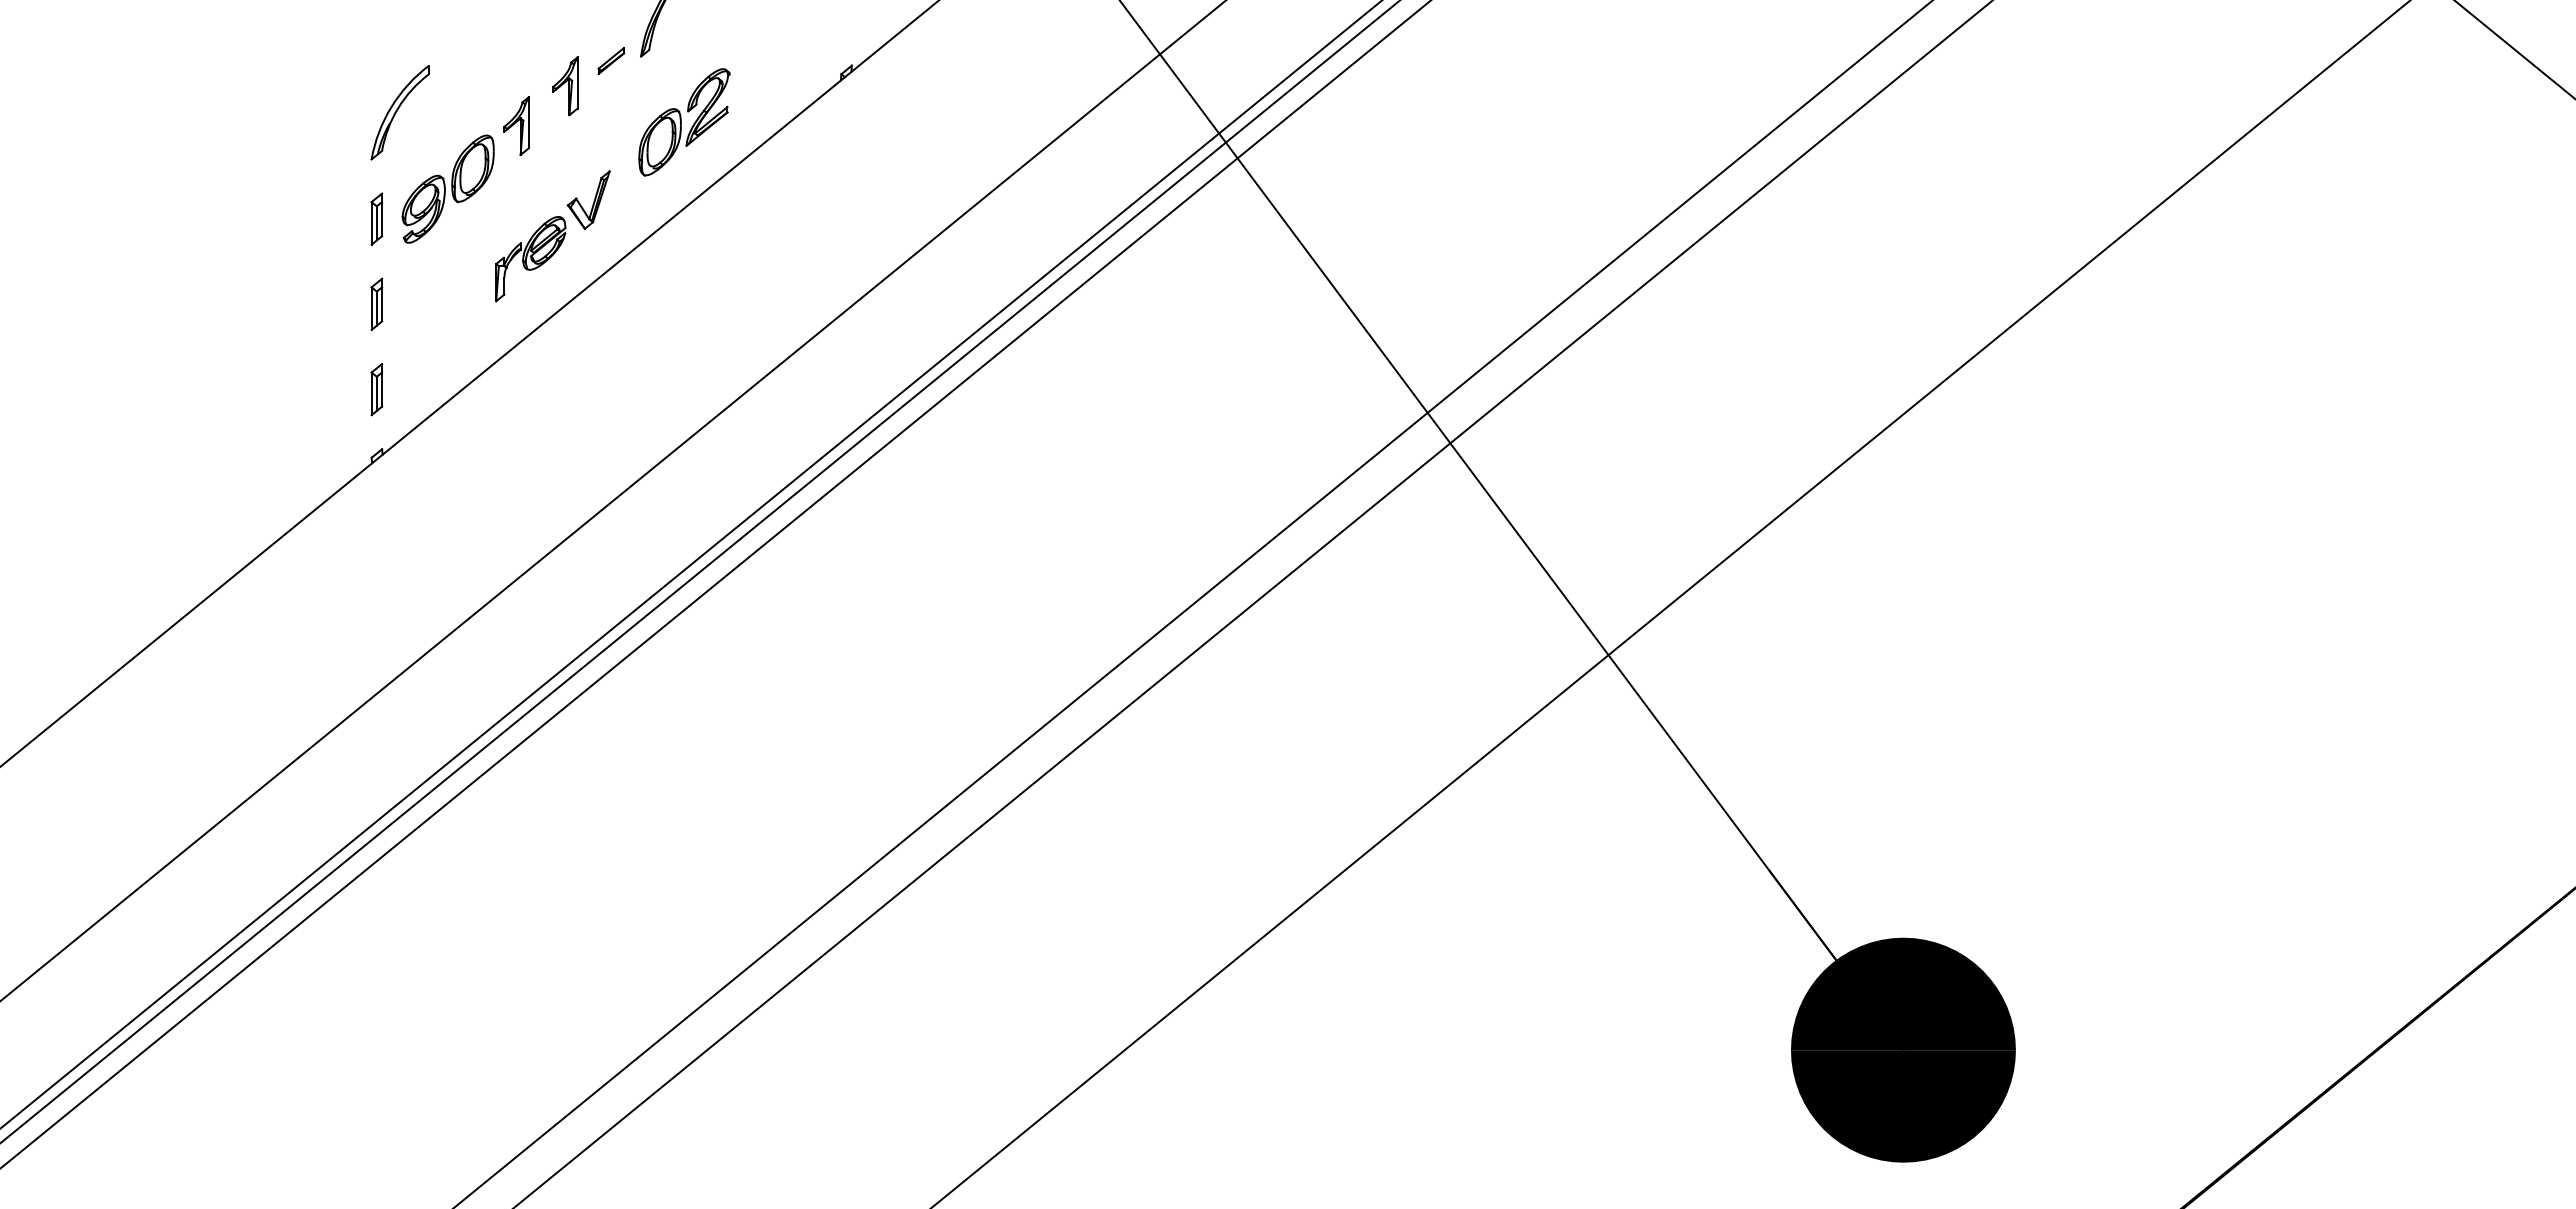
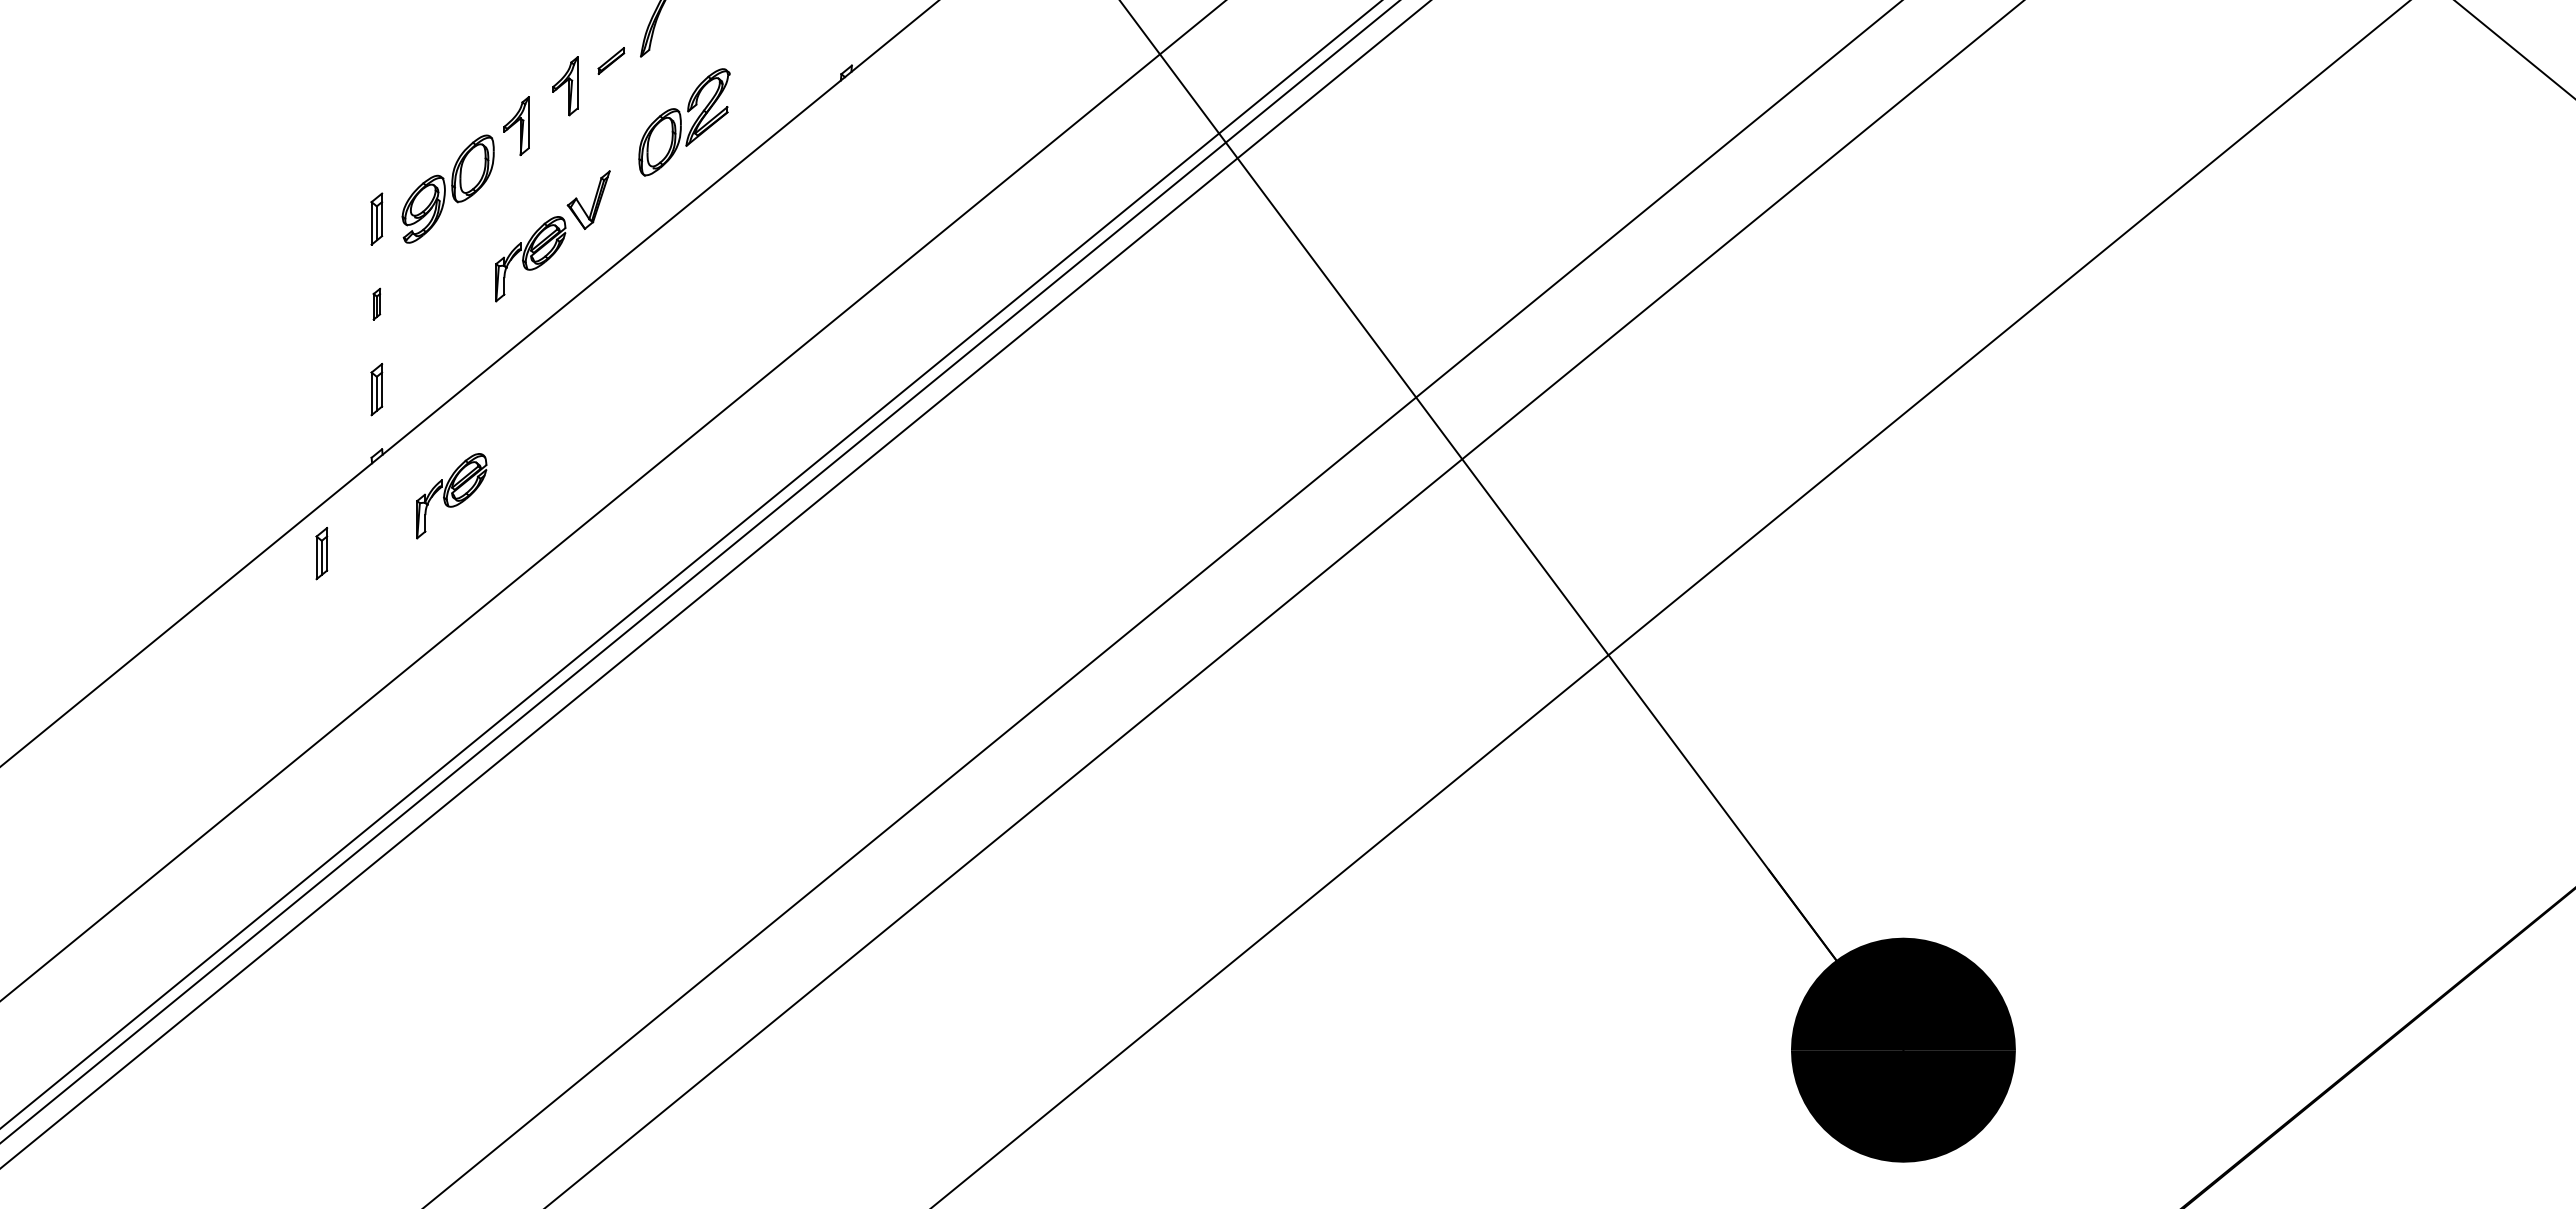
part at (399, 112): present -> none
part at (376, 303) size: 14x54 px -> 10x34 px
part at (451, 496): none -> present
part at (321, 553): none -> present
line at (1193, 603) position: (1193, 603) -> (1163, 603)
line at (1253, 603) position: (1253, 603) -> (1285, 603)
